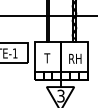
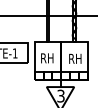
text at (47, 58): T -> RH
